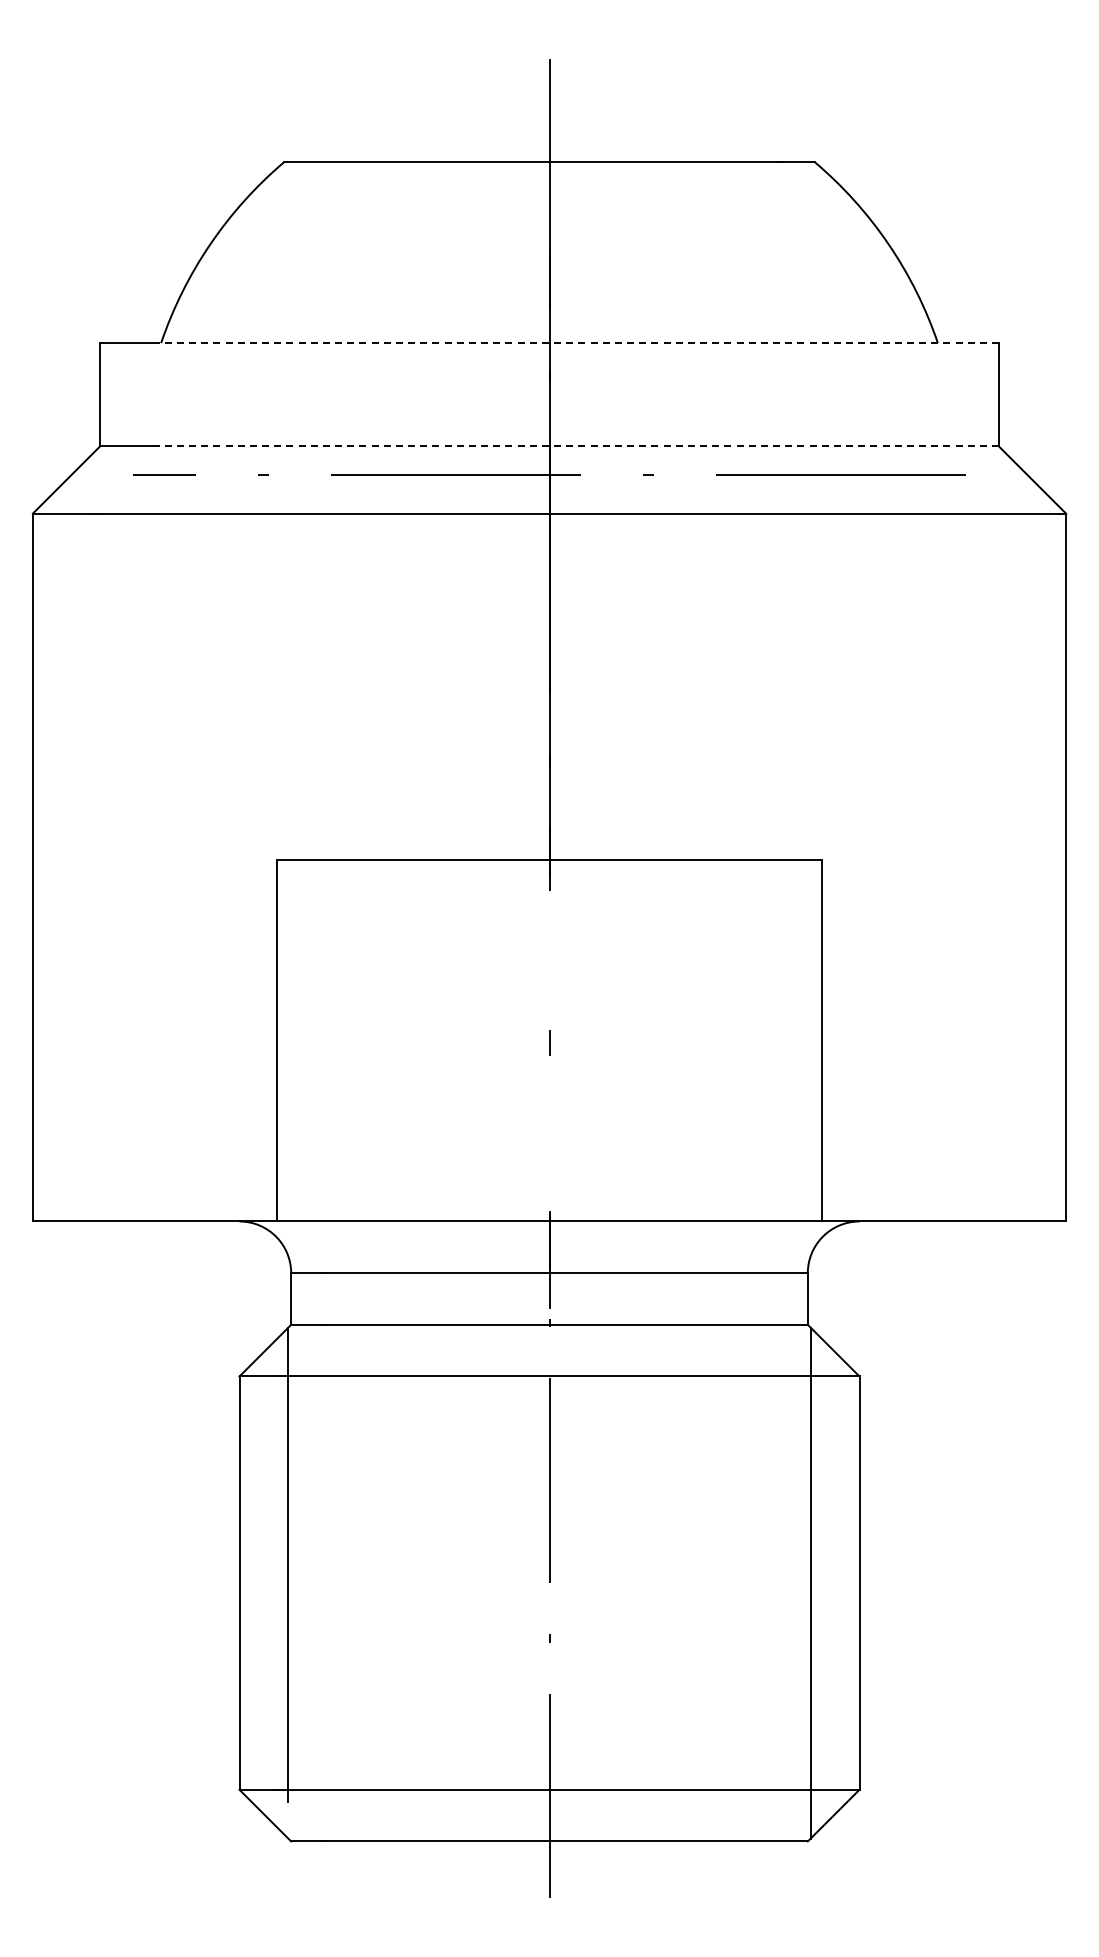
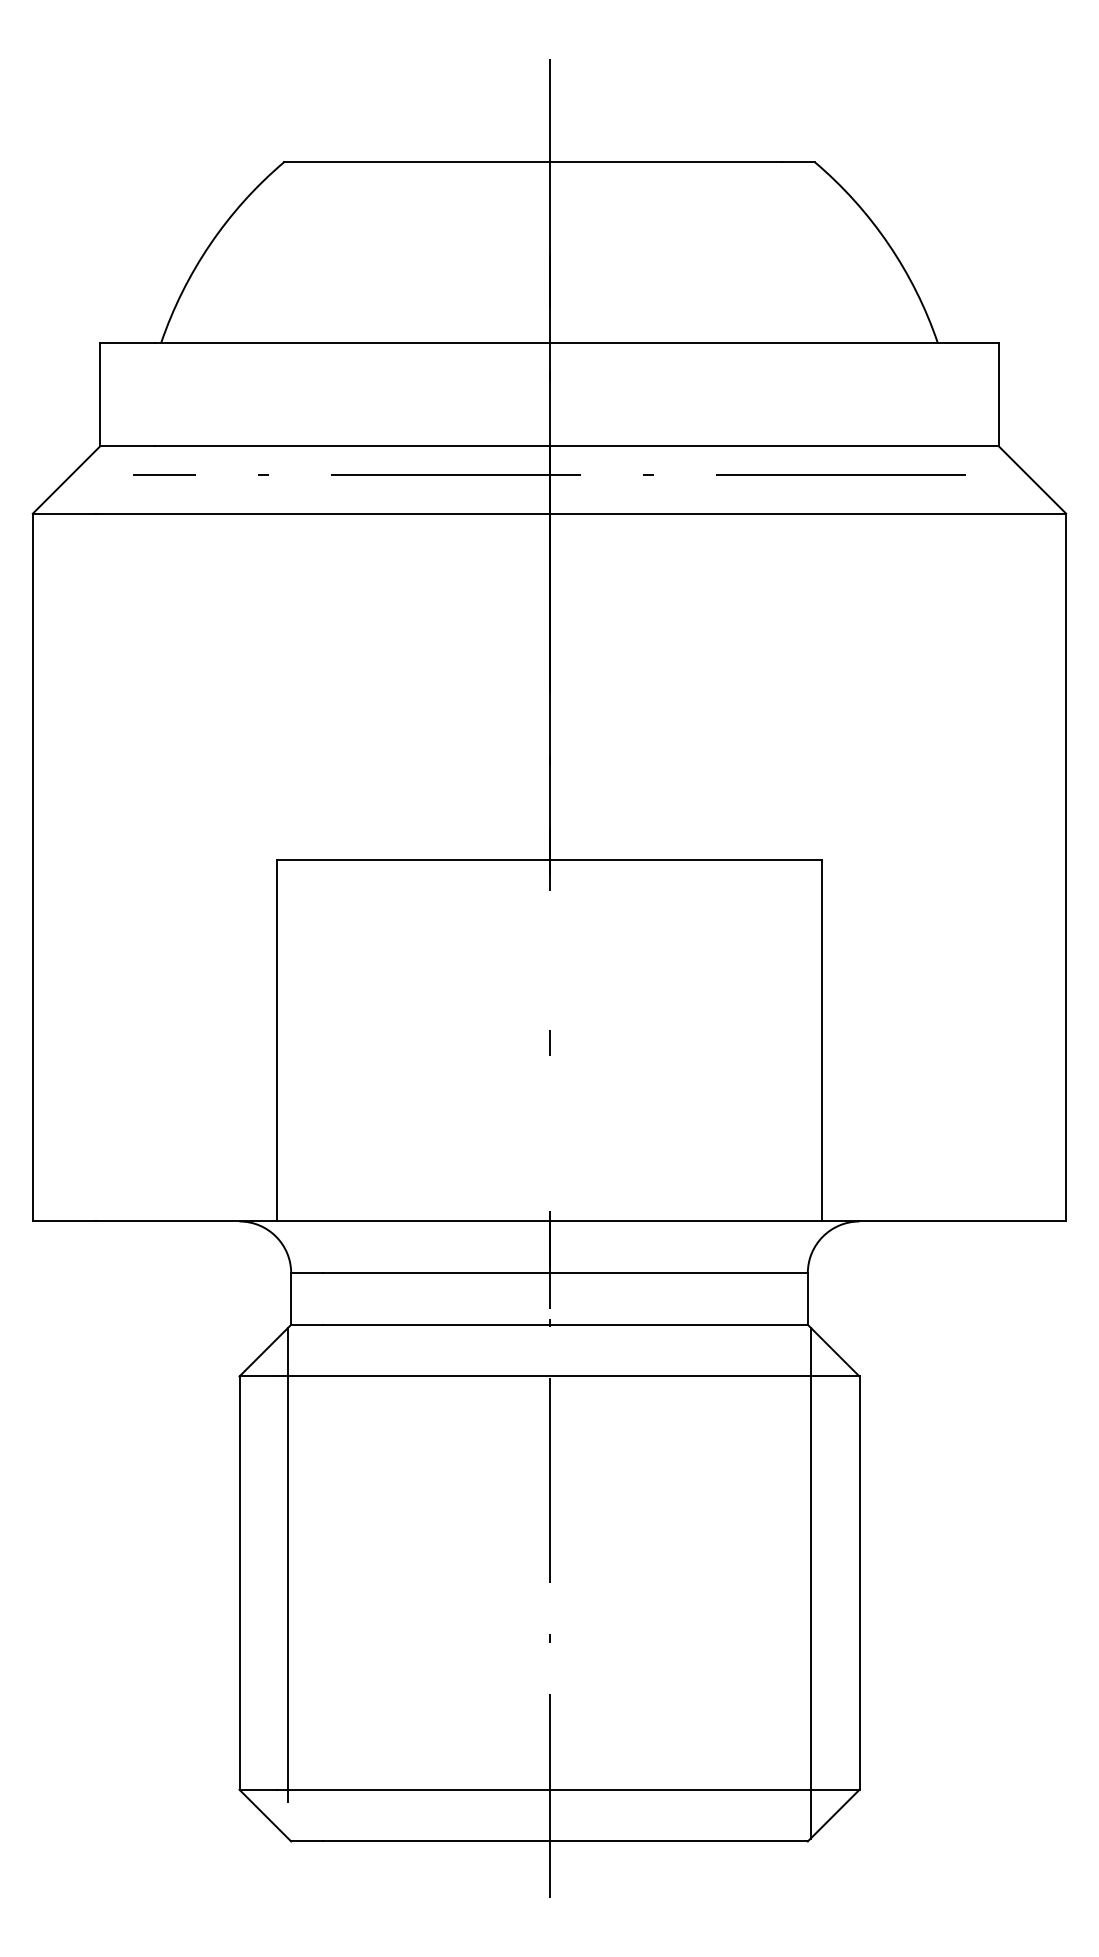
line at (577, 343): dashed -> solid
line at (577, 446): dashed -> solid
